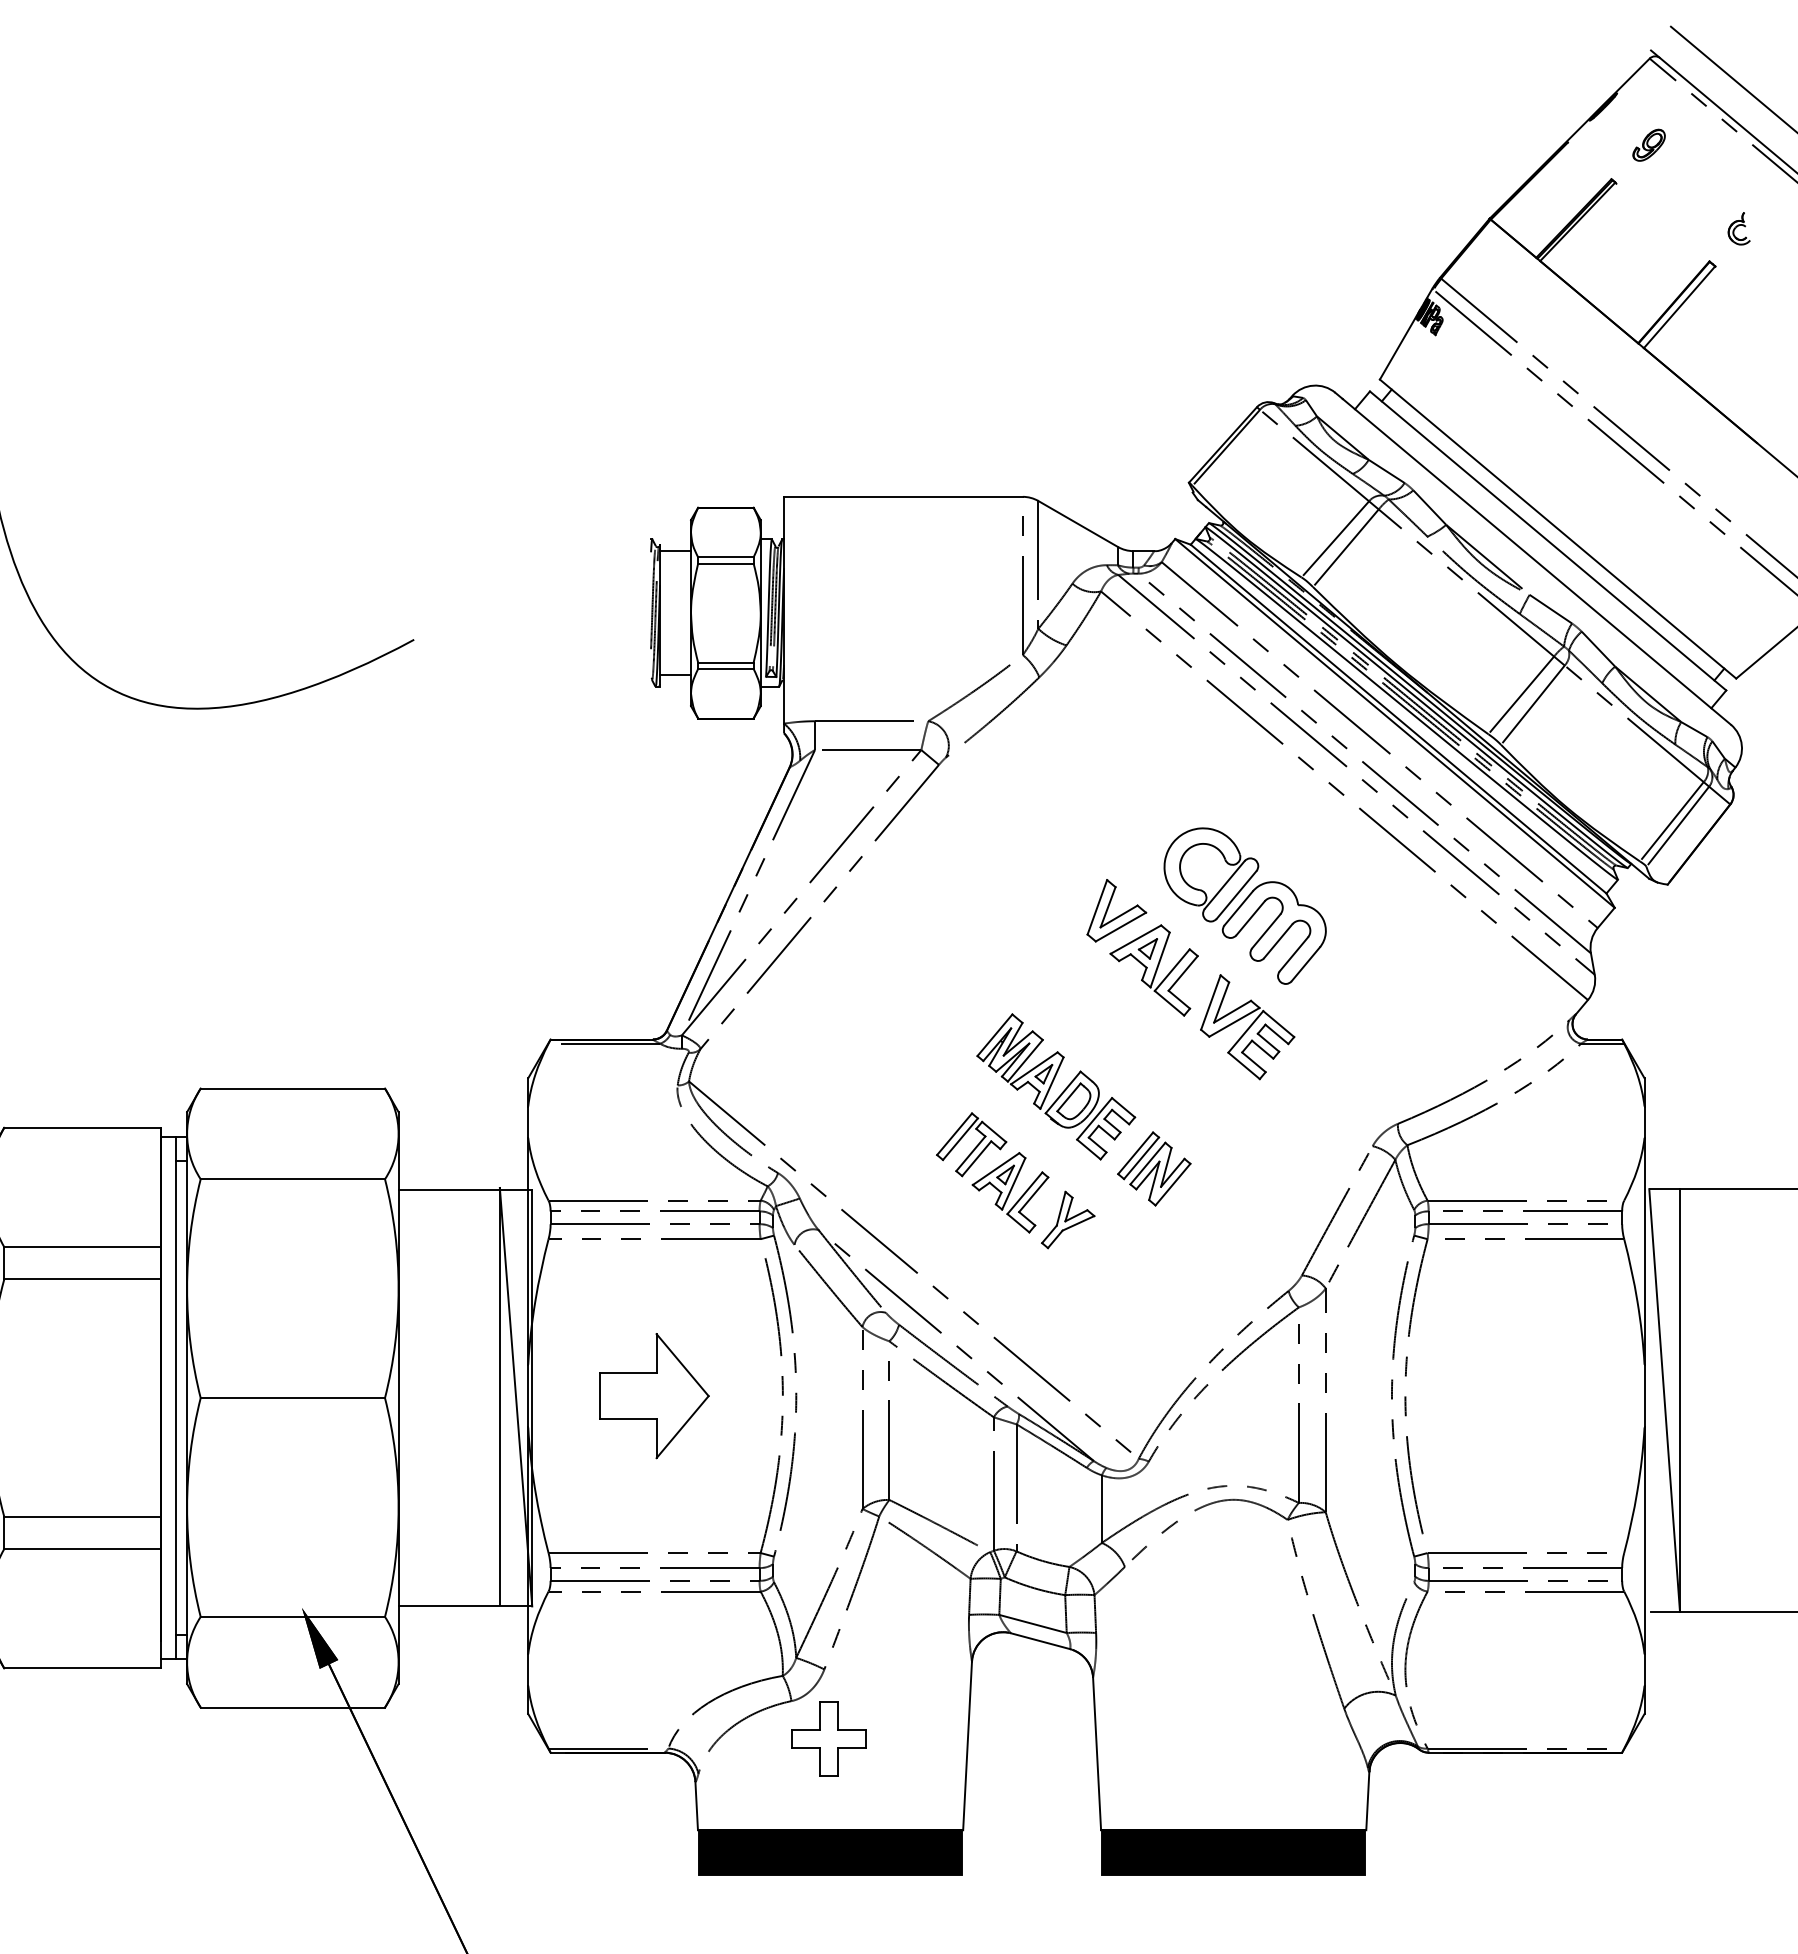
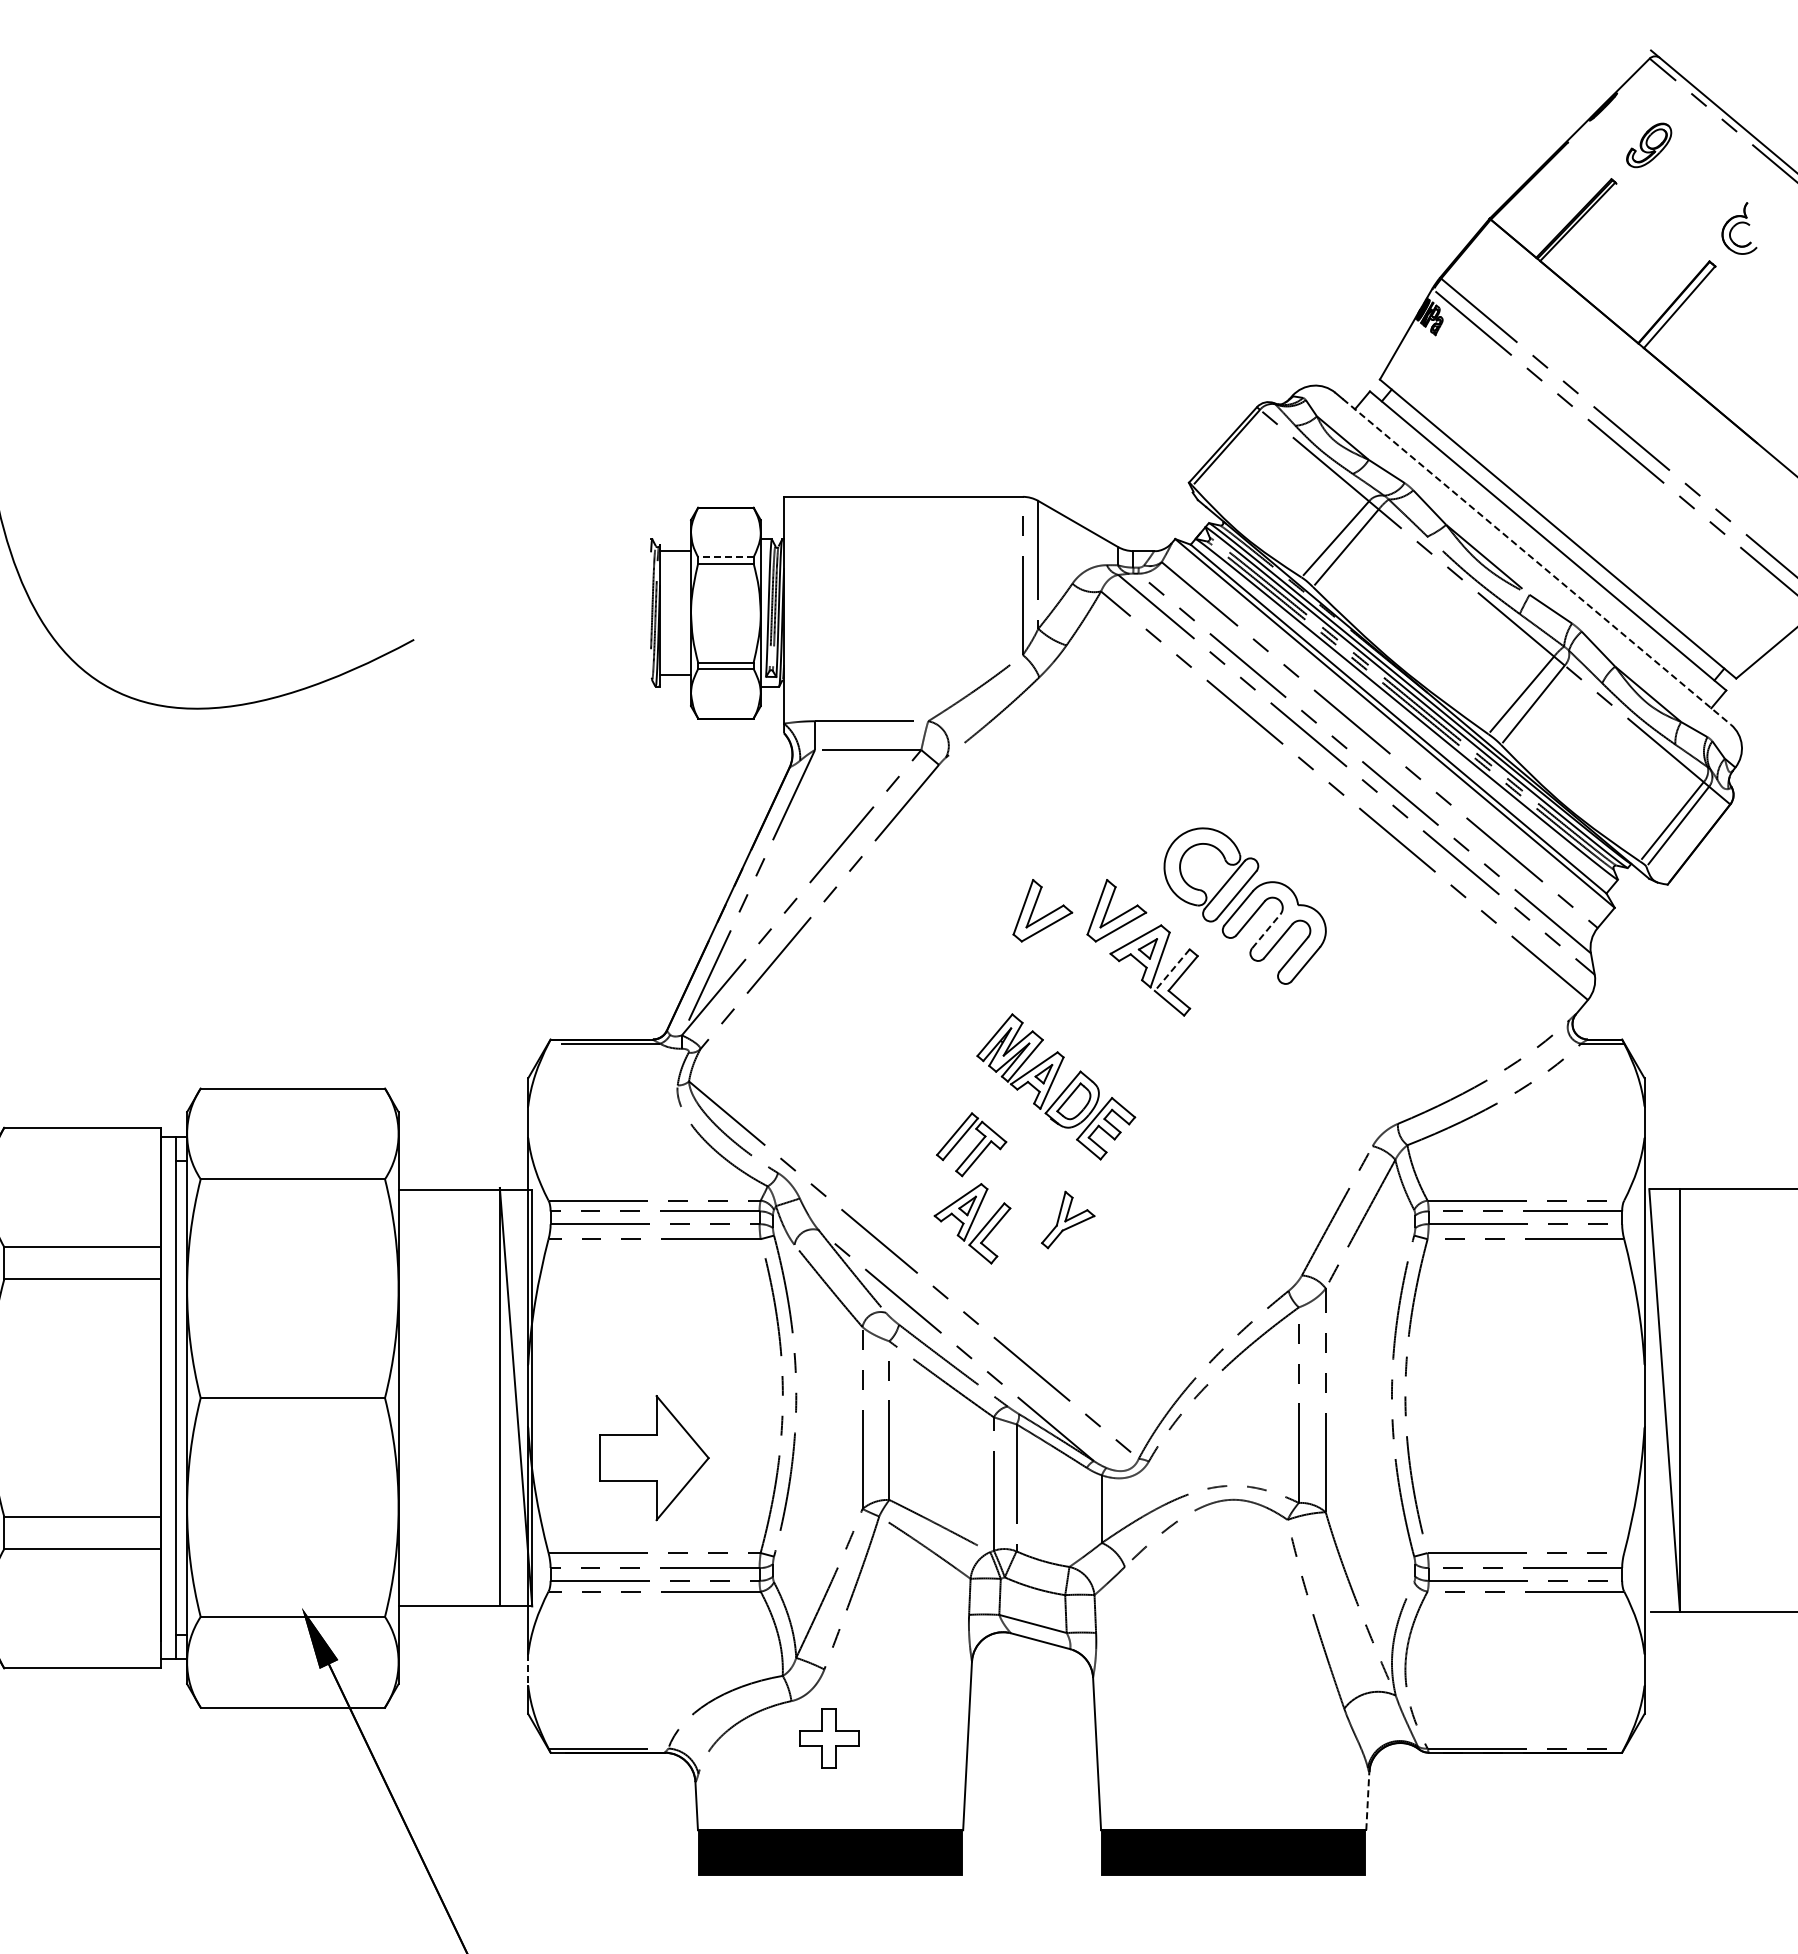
line at (1732, 78): present -> none
part at (1648, 144) size: 34x34 px -> 47x47 px
part at (1738, 228) size: 24x34 px -> 37x53 px
line at (725, 557): solid -> dashed
line at (1537, 562): solid -> dashed
part at (1042, 910): none -> present
line at (1266, 930): solid -> dashed
line at (1171, 970): solid -> dashed
part at (1247, 1027): present -> none
part at (1154, 1168): present -> none
part at (1010, 1192) position: (1010, 1192) -> (972, 1223)
part at (654, 1396) position: (654, 1396) -> (654, 1458)
line at (528, 1670): solid -> dashed
part at (828, 1738) size: 76x76 px -> 61x61 px
line at (1367, 1800): solid -> dashed
